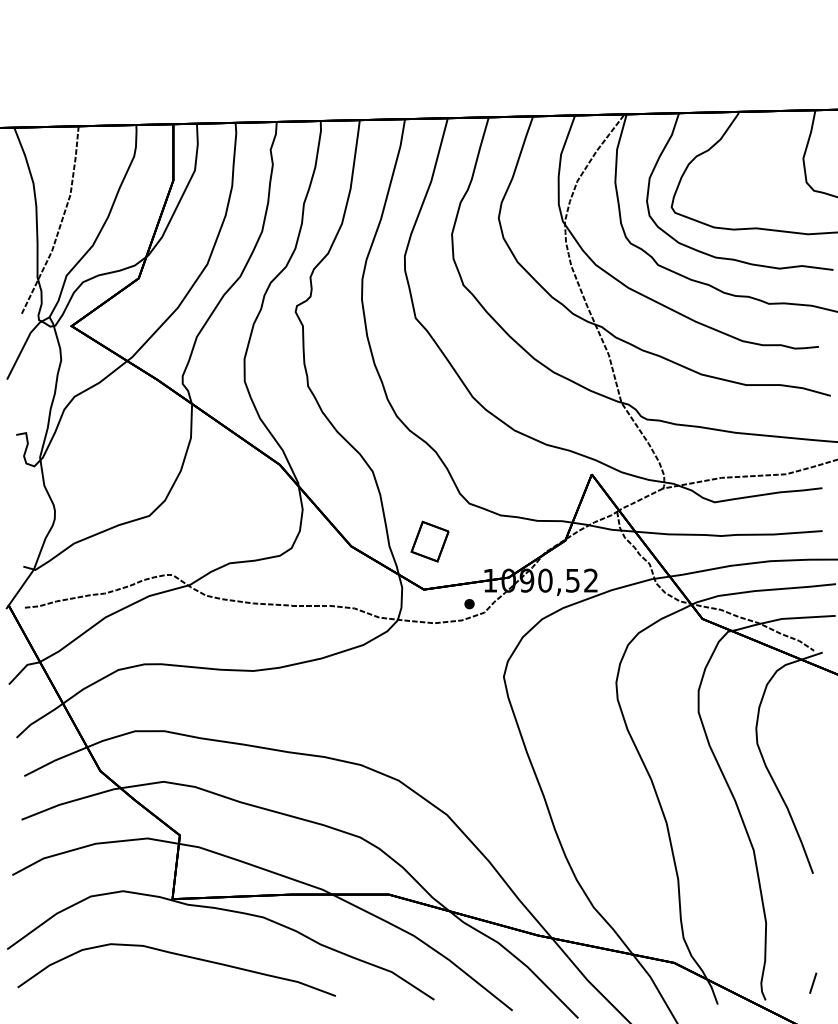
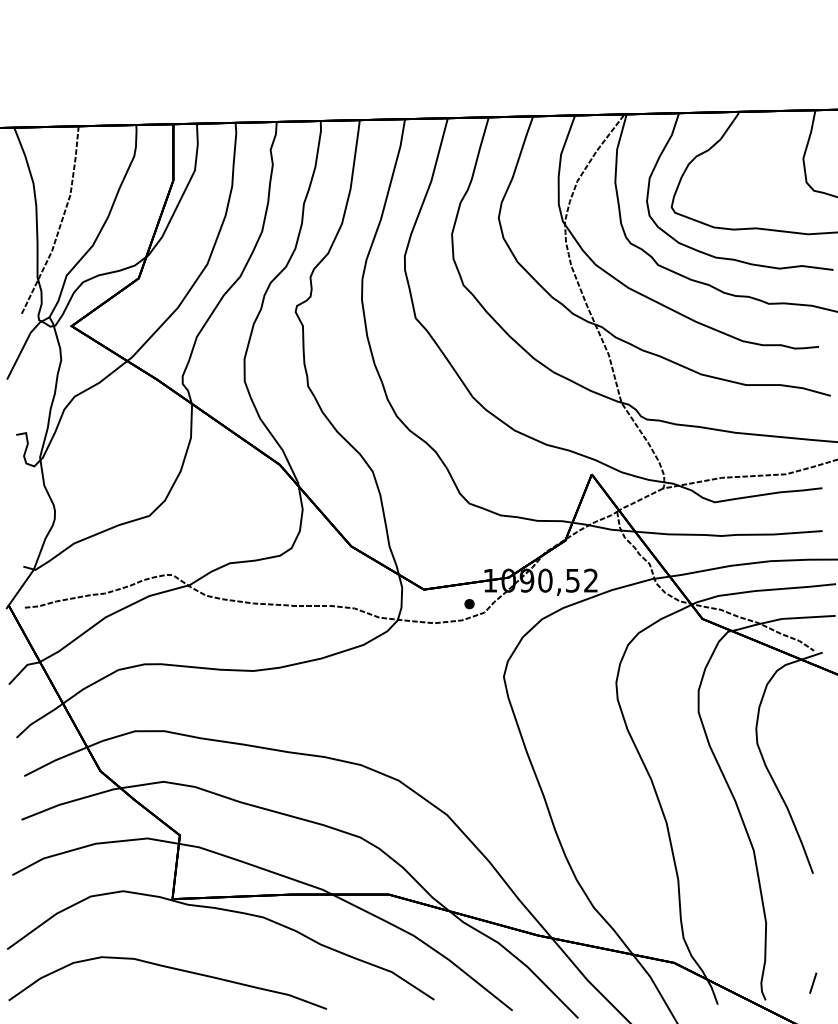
part at (429, 541): present -> none
curve at (181, 956) position: (181, 956) -> (172, 969)
